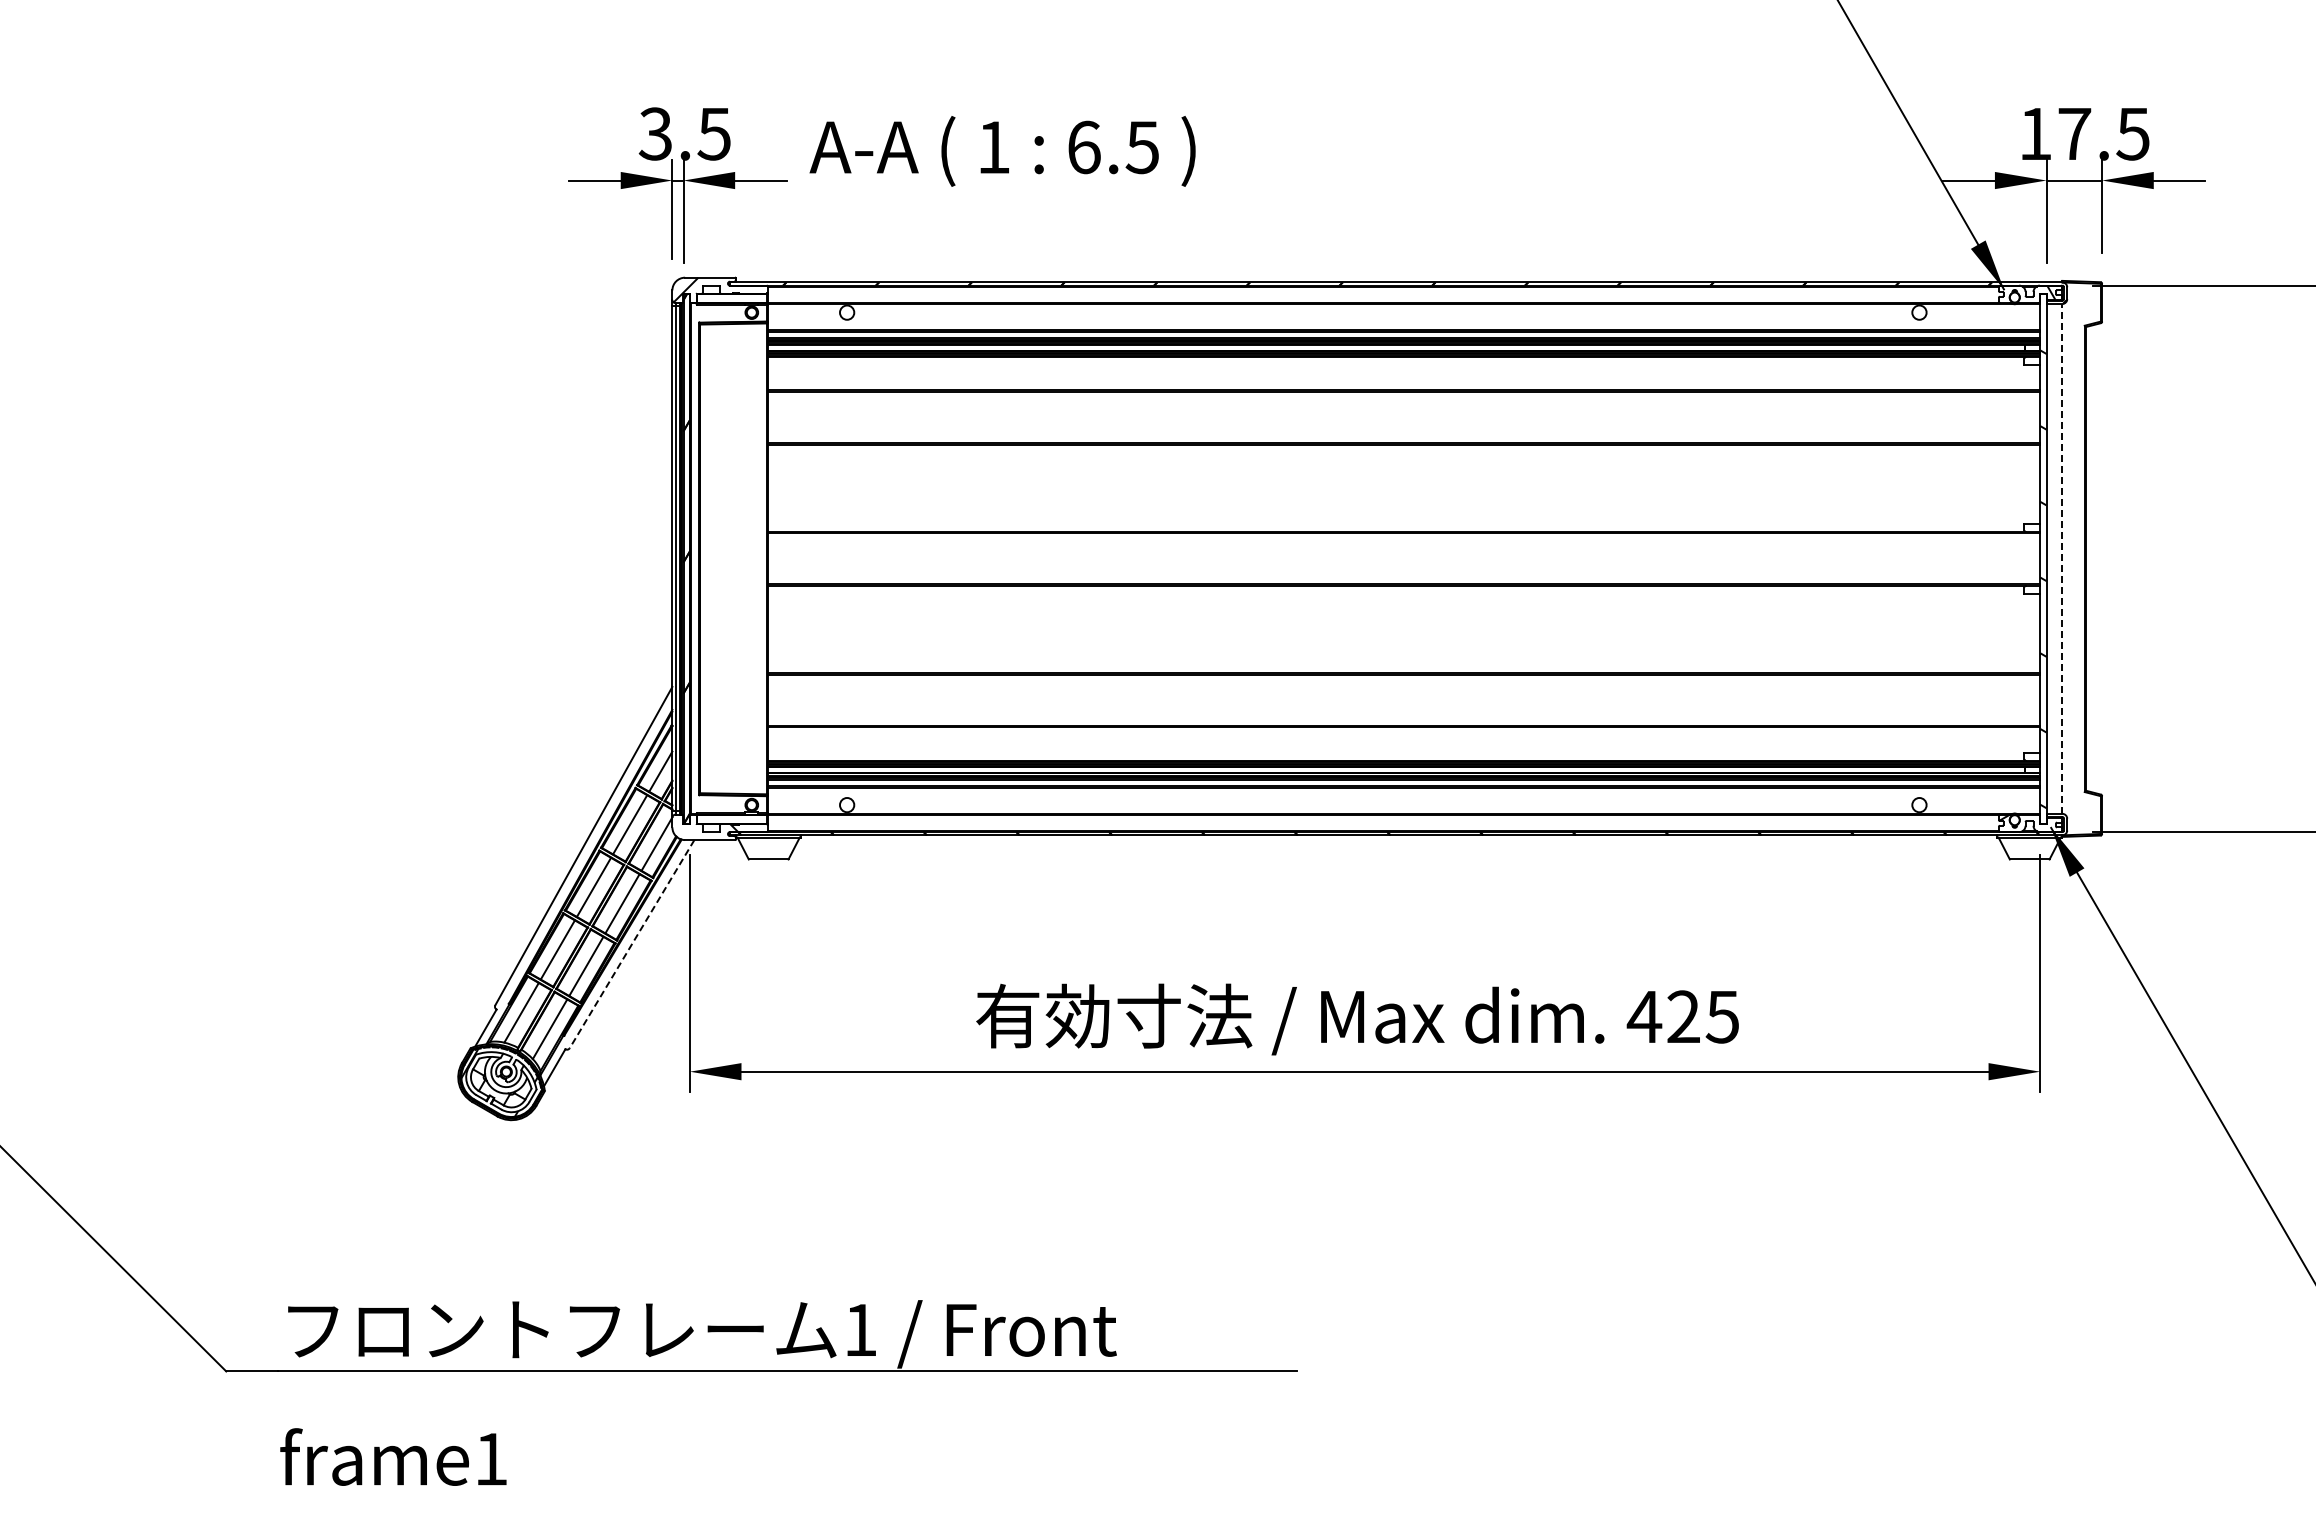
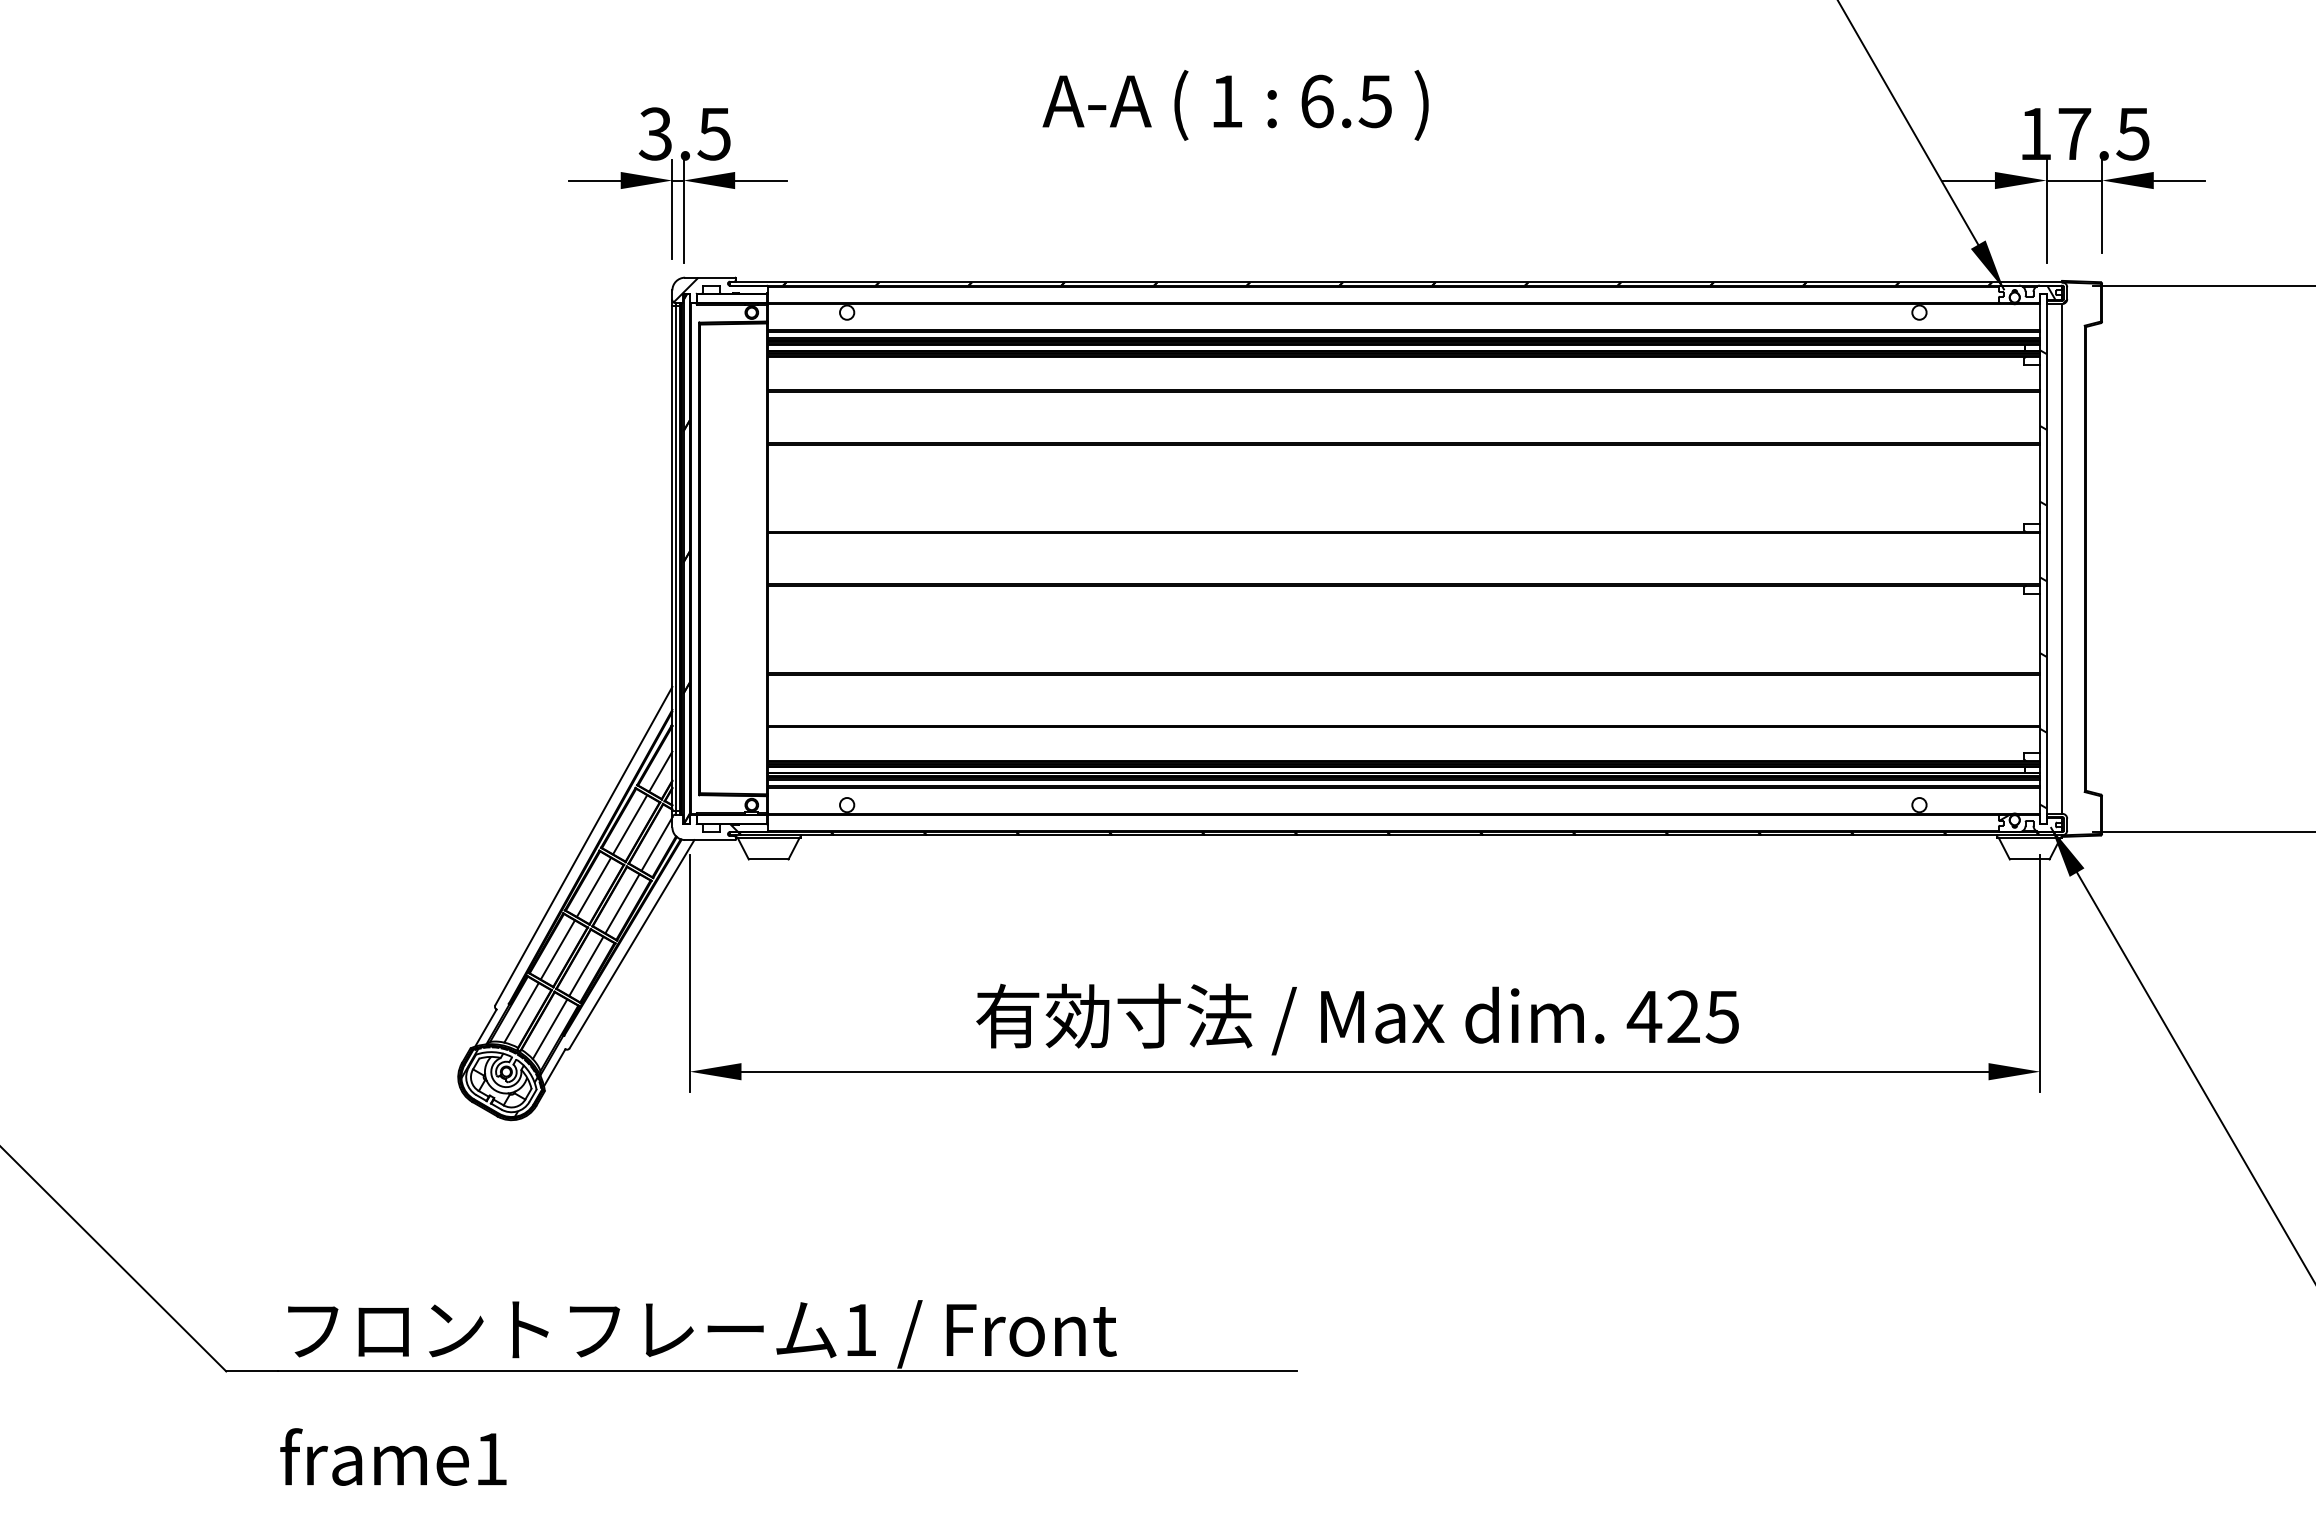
text at (1002, 151) position: (1002, 151) -> (1235, 105)
line at (2062, 558): dashed -> solid
line at (631, 944): dashed -> solid
